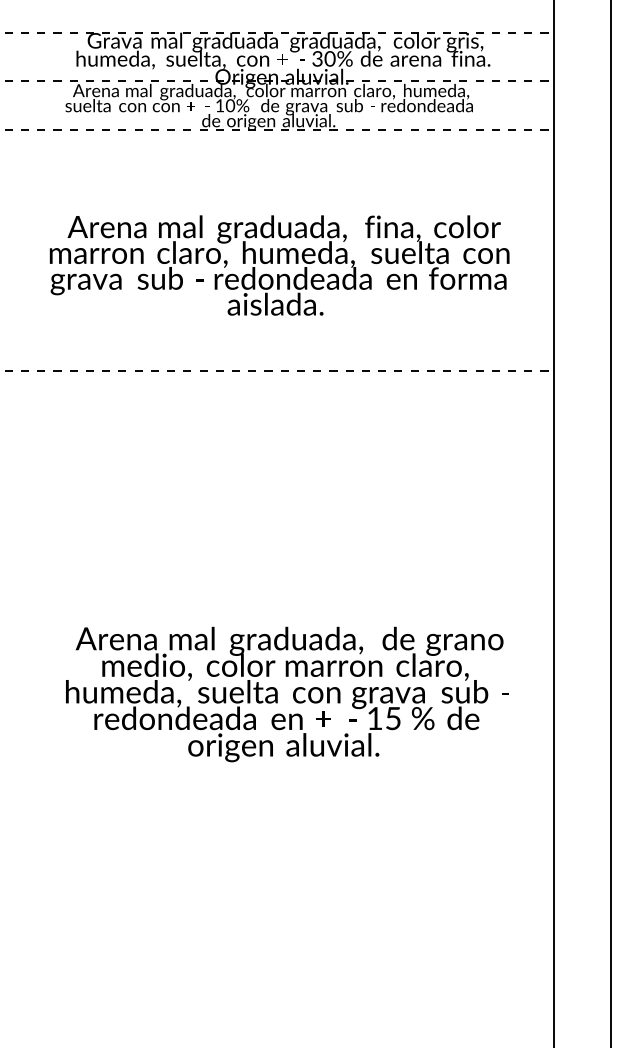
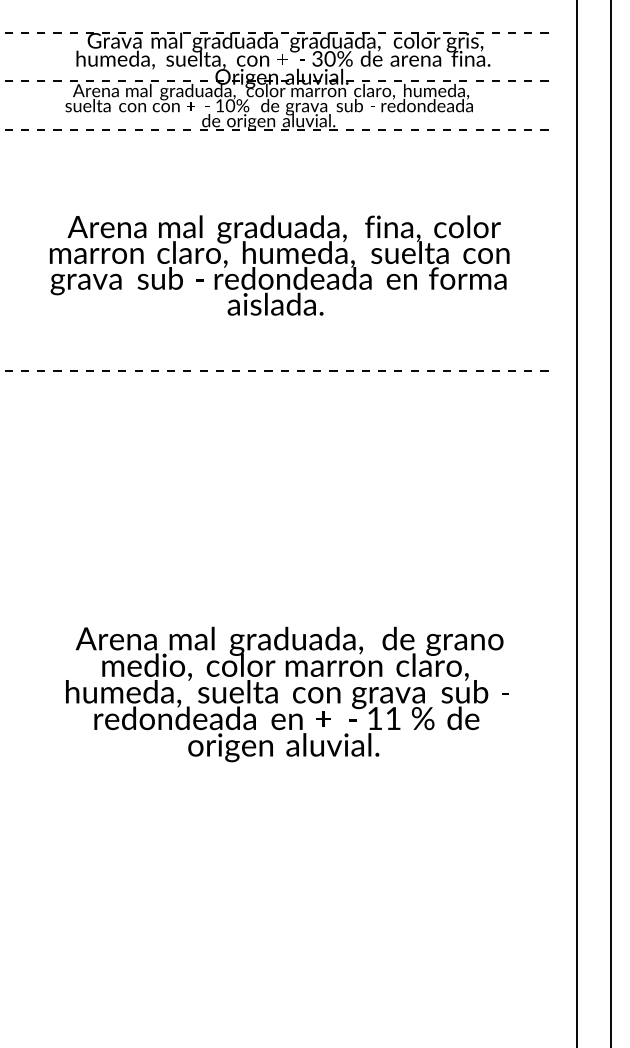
line at (554, 523) position: (554, 523) -> (577, 523)
text at (393, 718): 15 -> 11
